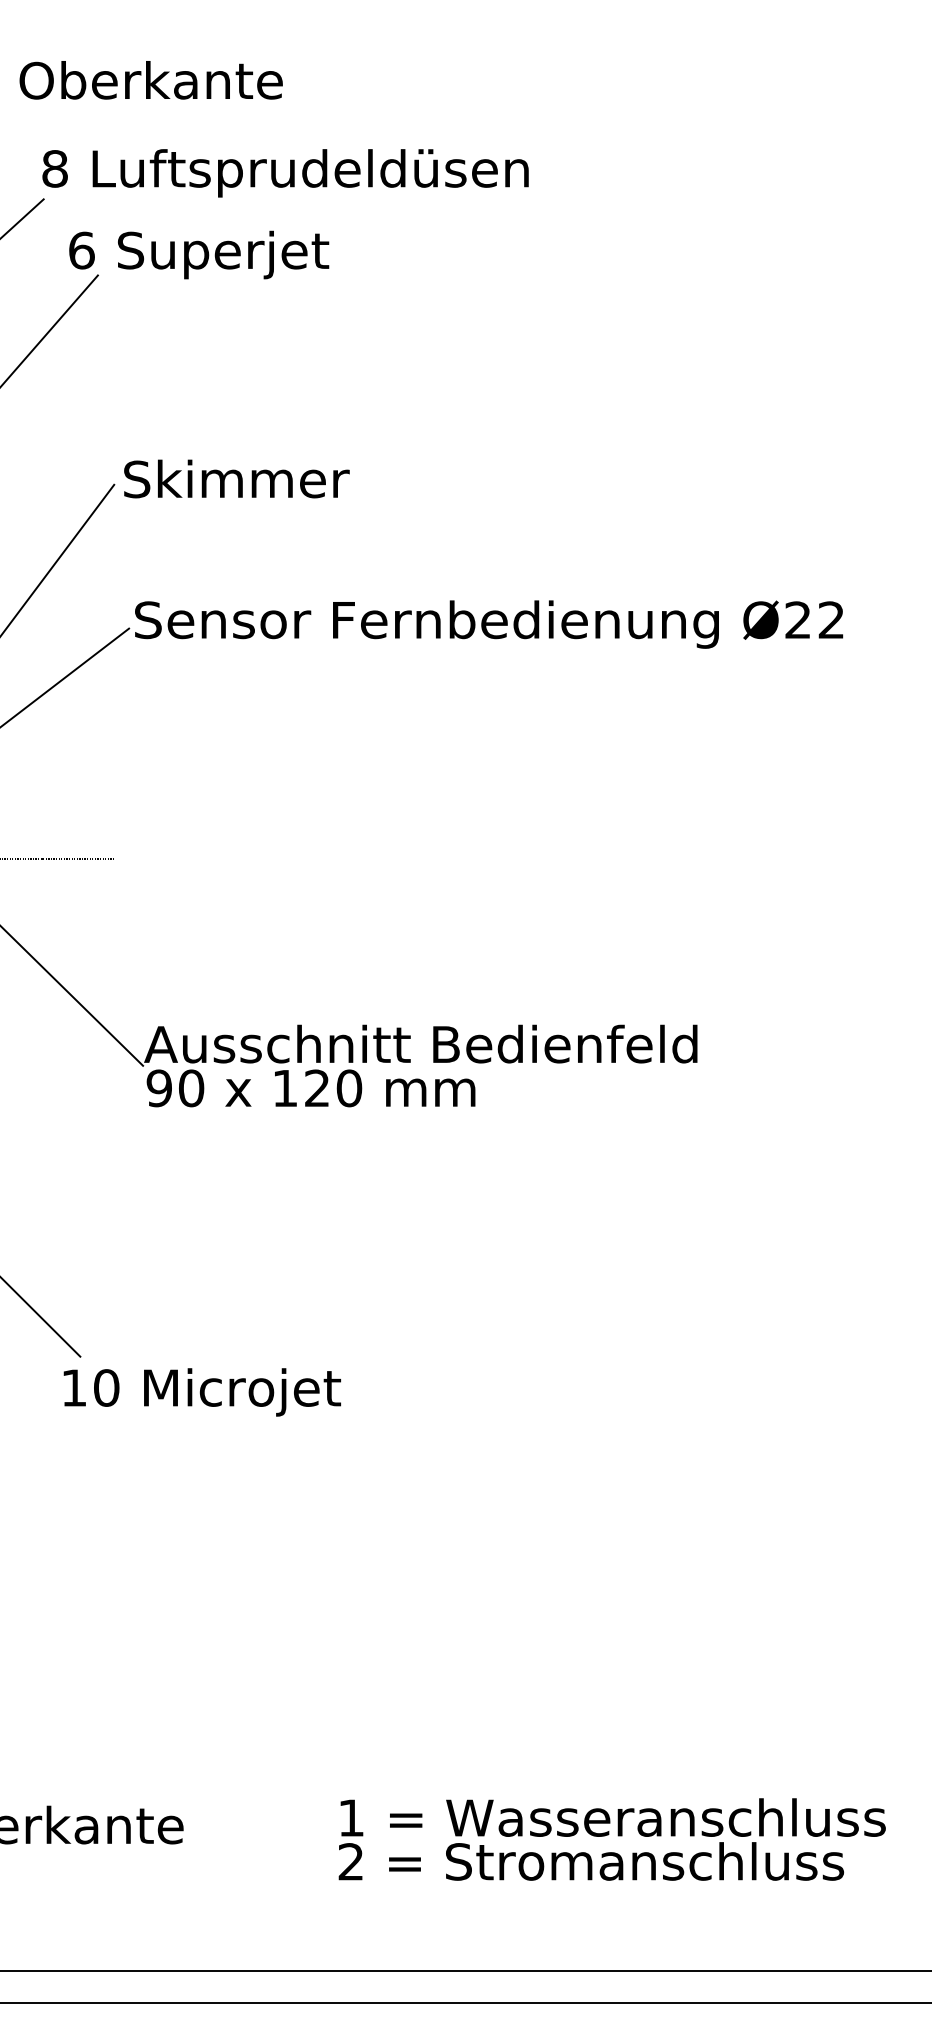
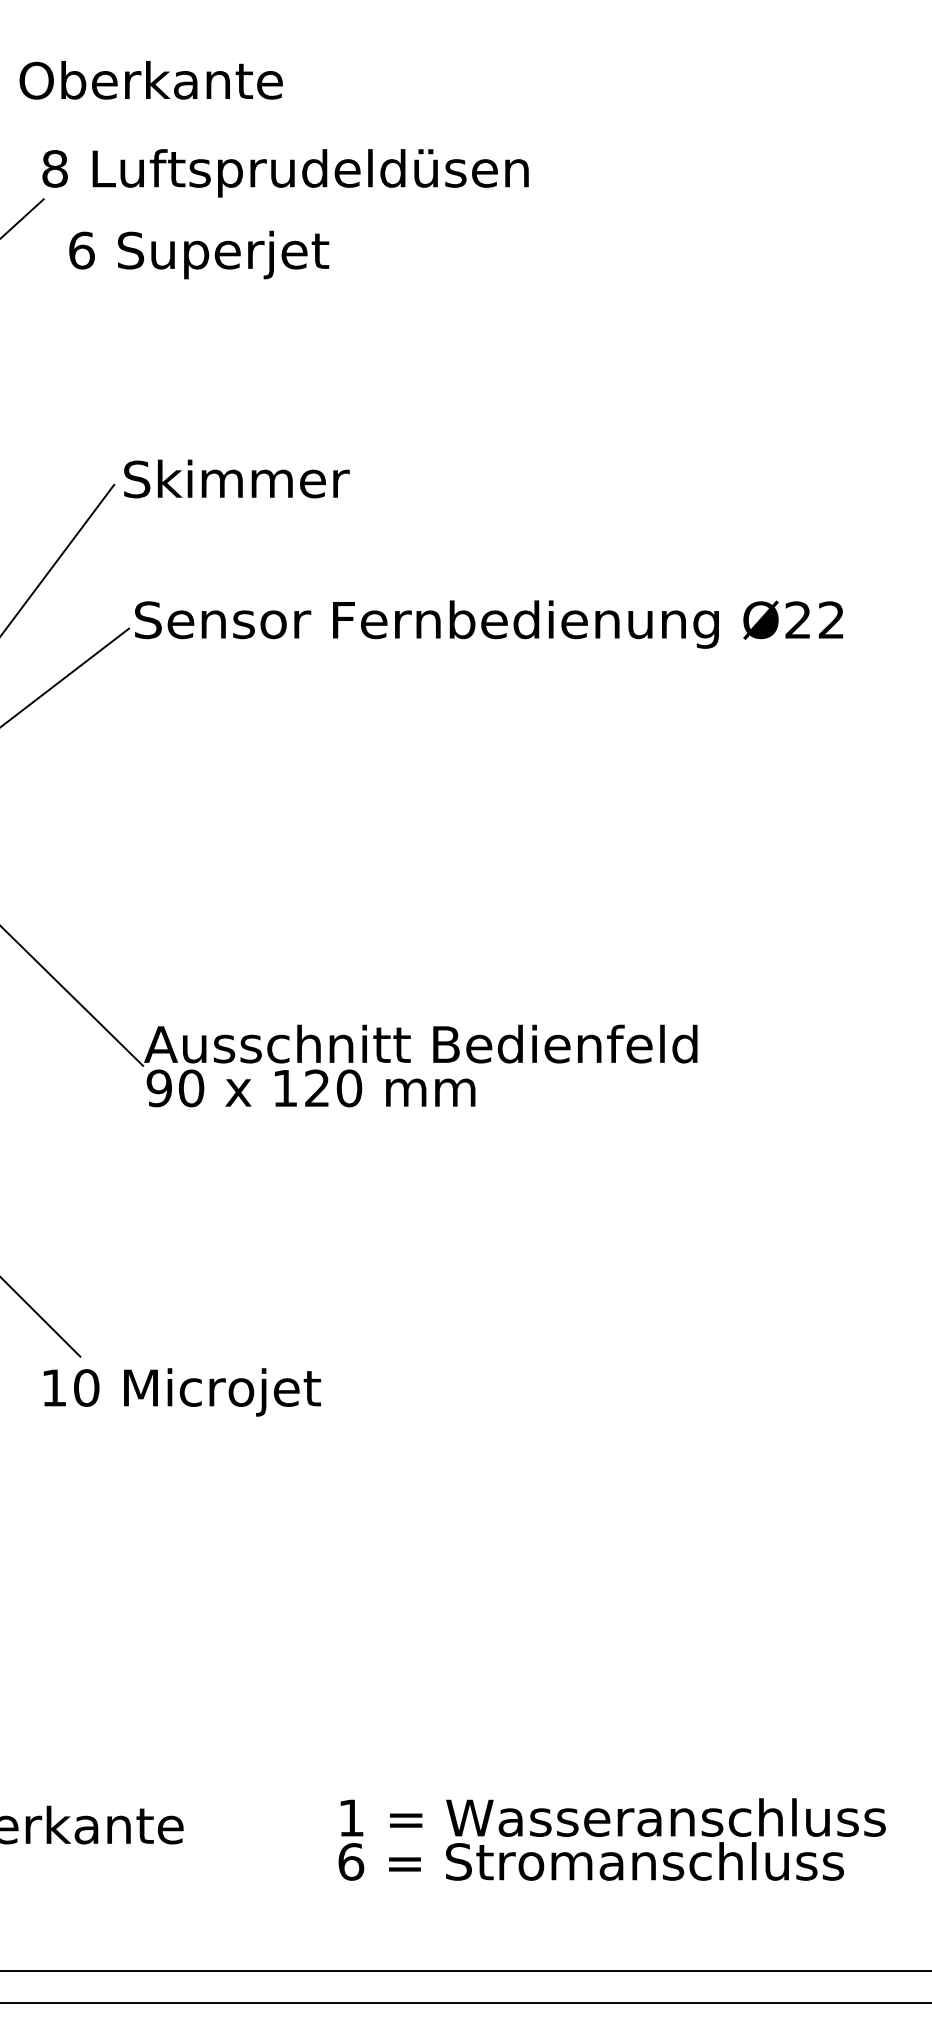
line at (49, 329): present -> none
line at (58, 859): present -> none
text at (201, 1392) position: (201, 1392) -> (181, 1392)
text at (351, 1861): 2 -> 6
